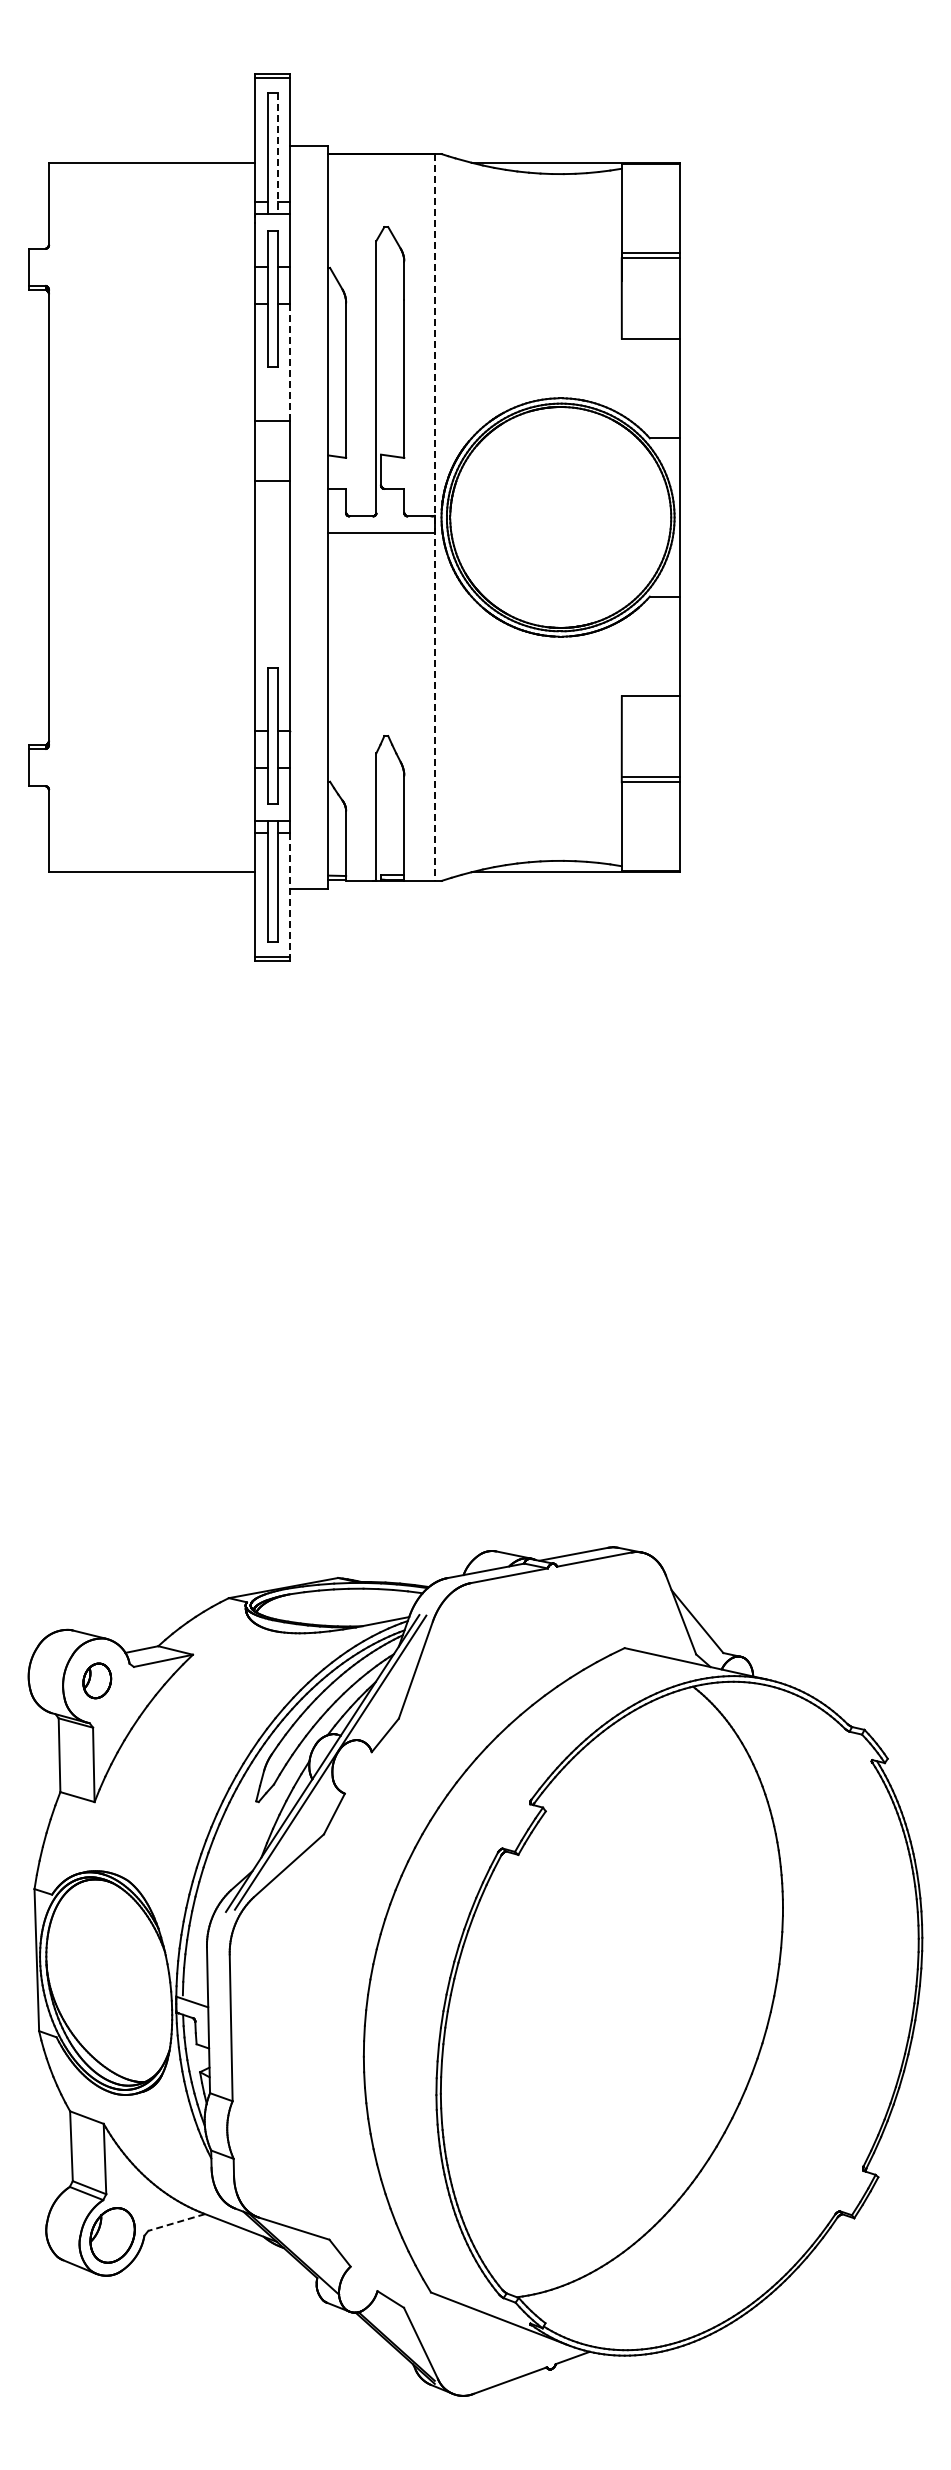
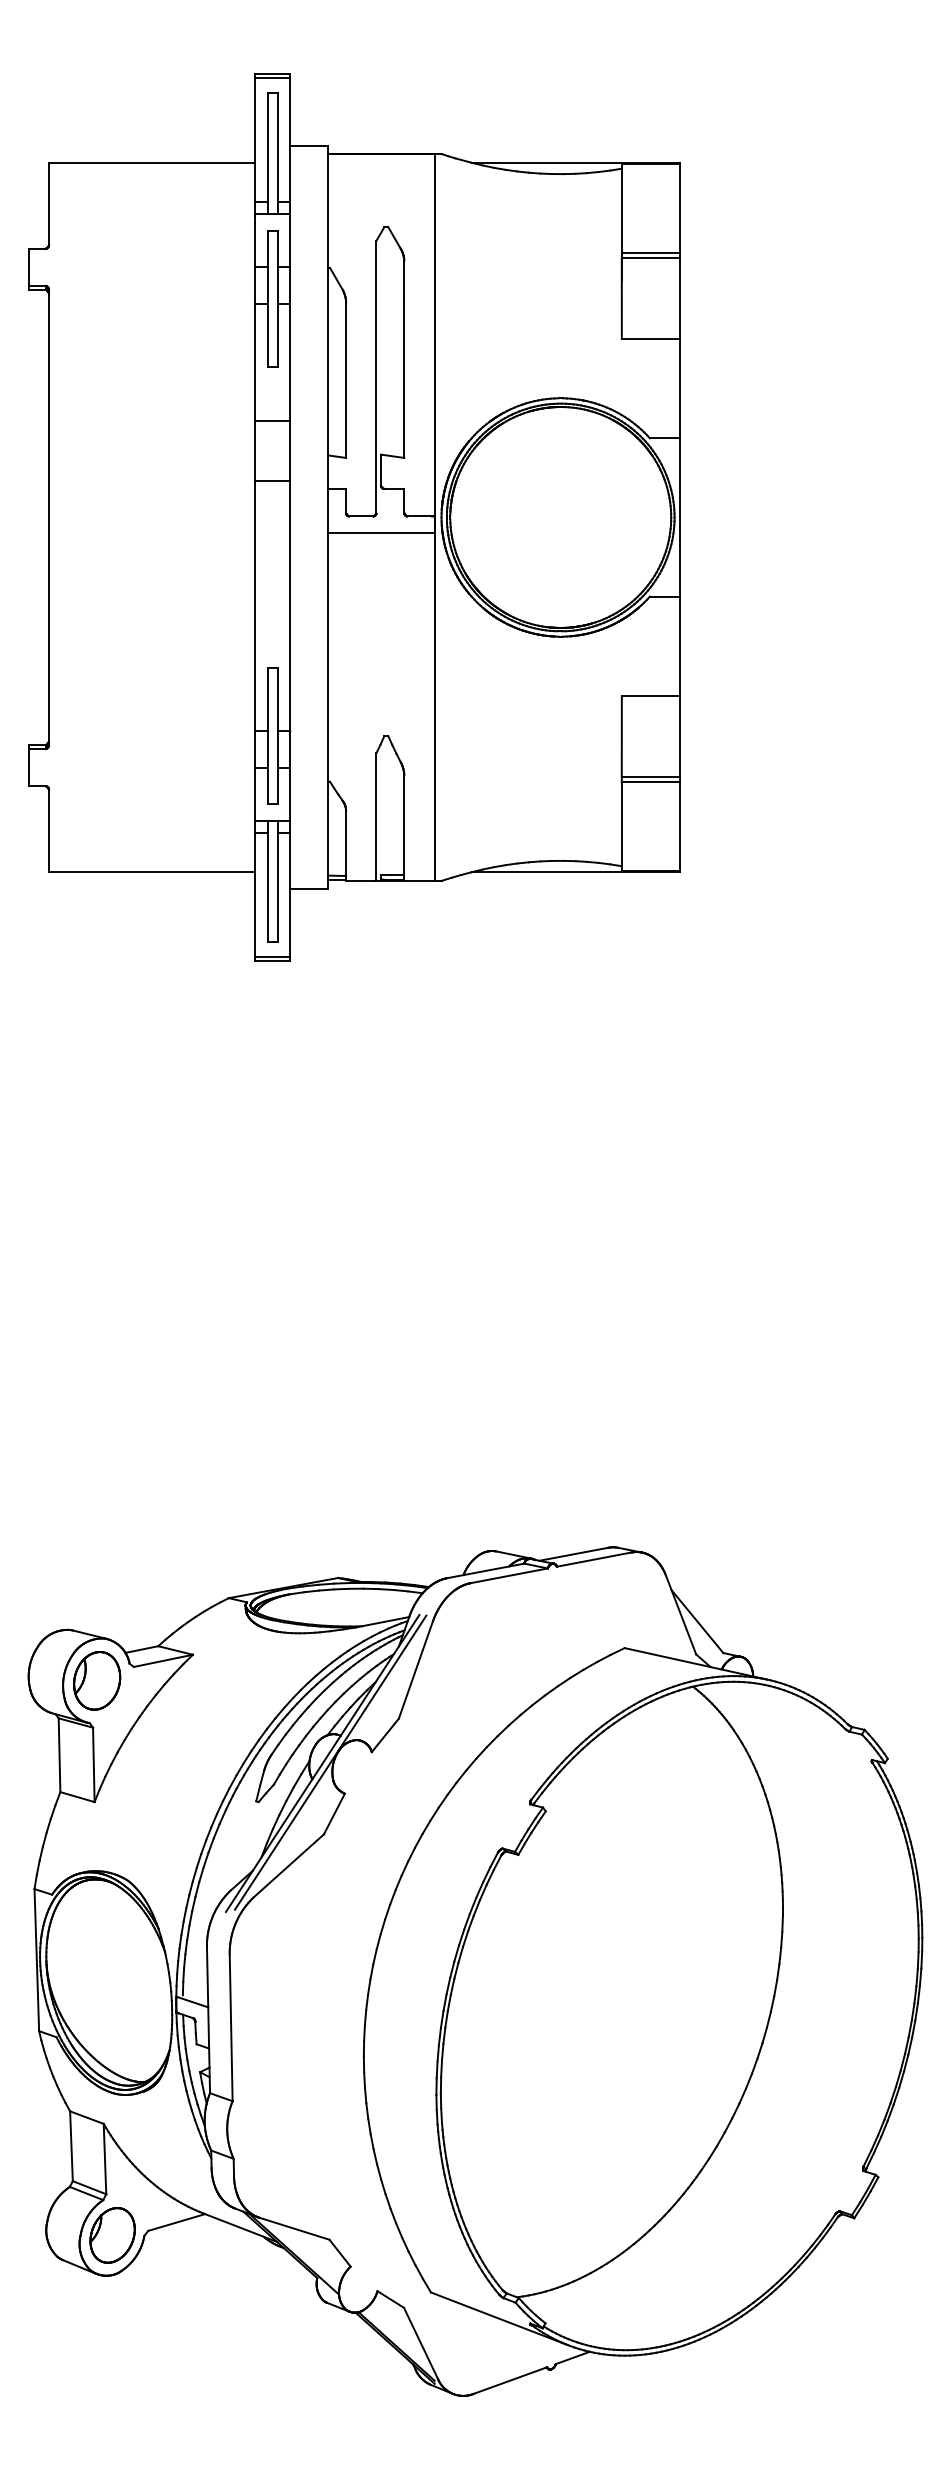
line at (277, 153): dashed -> solid
line at (290, 362): dashed -> solid
line at (434, 518): dashed -> solid
line at (290, 895): dashed -> solid
part at (97, 1680) size: 31x38 px -> 49x60 px
line at (176, 2222): dashed -> solid
